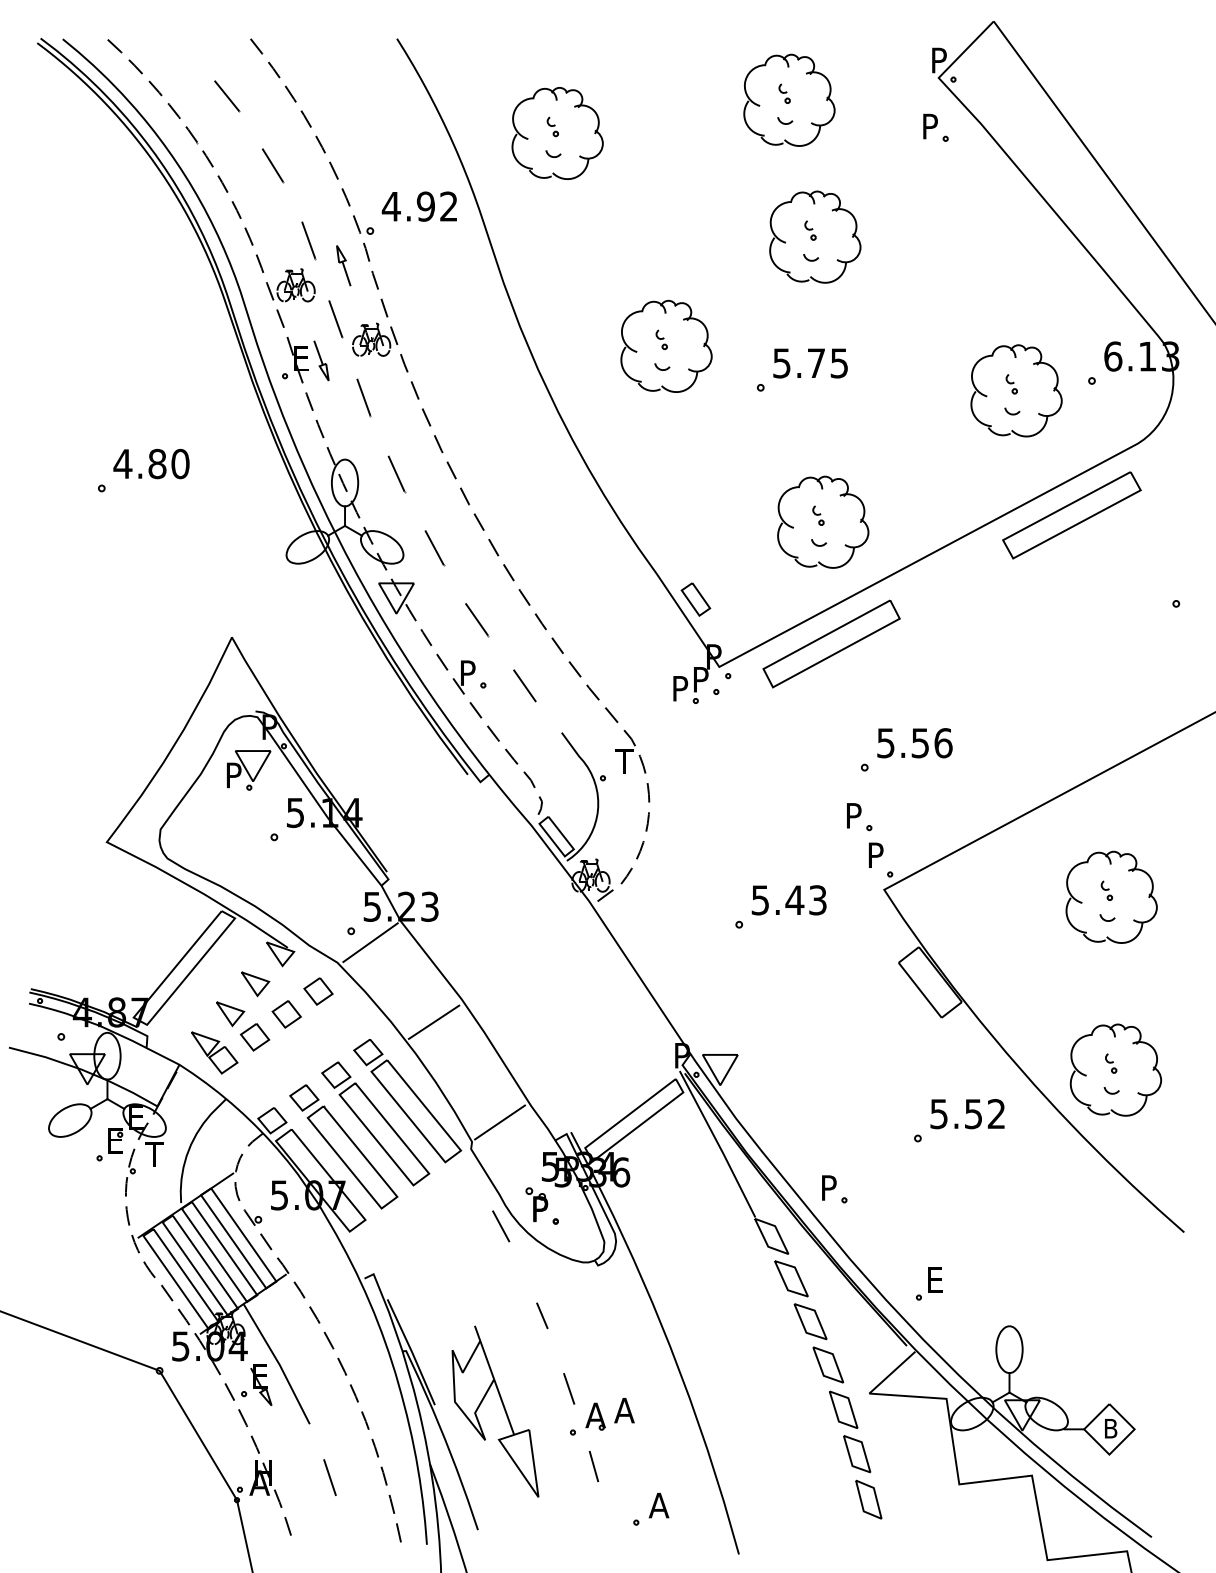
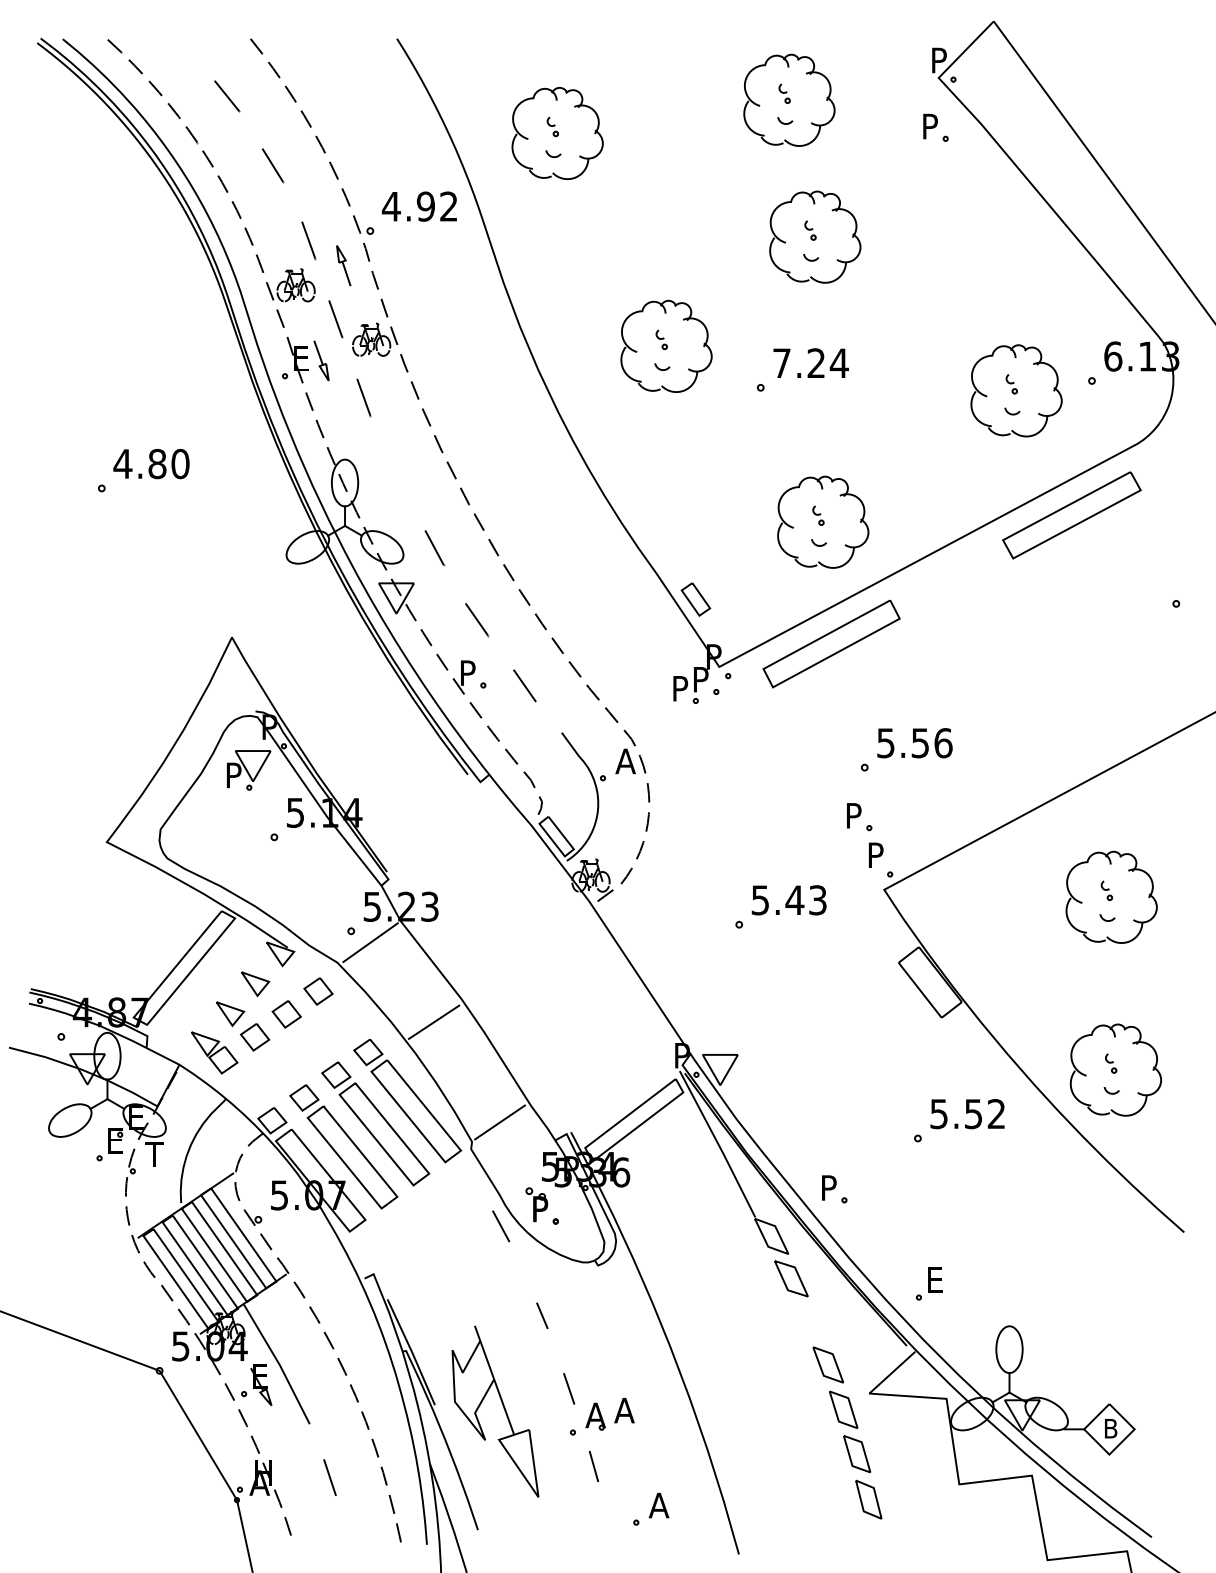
text at (810, 363): 5.75 -> 7.24
line at (396, 474): present -> none
text at (625, 761): T -> A
part at (810, 1321): present -> none
